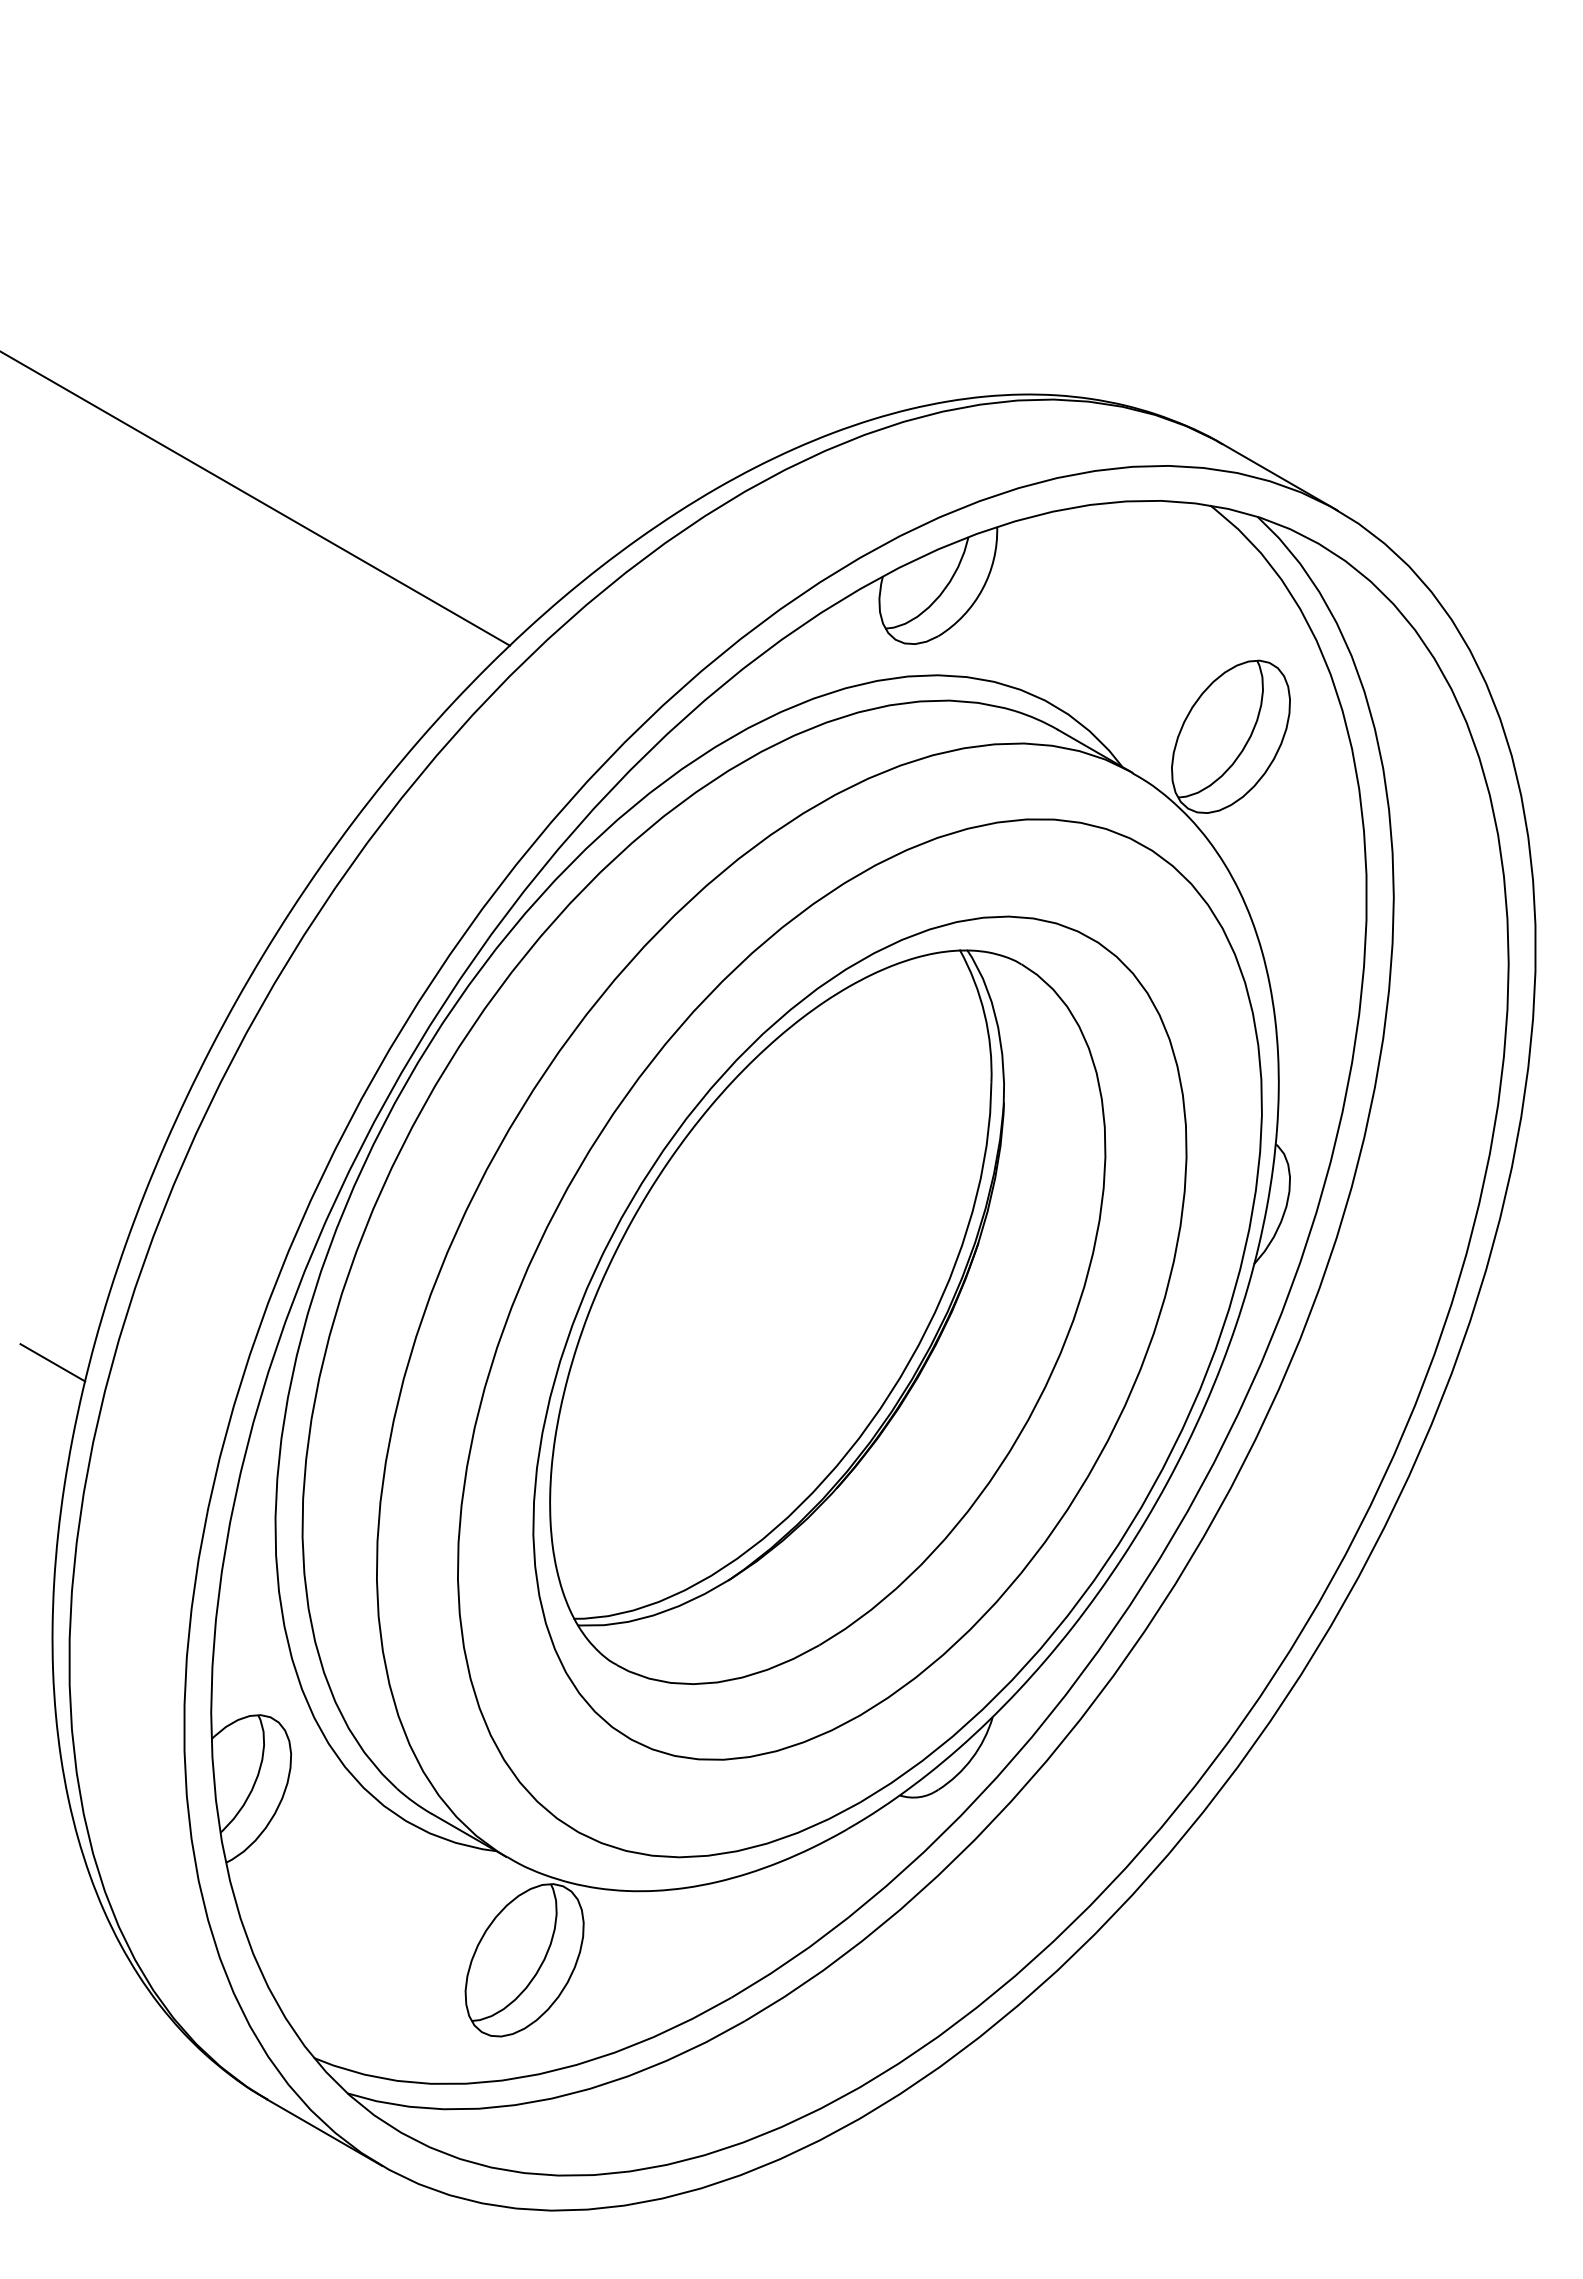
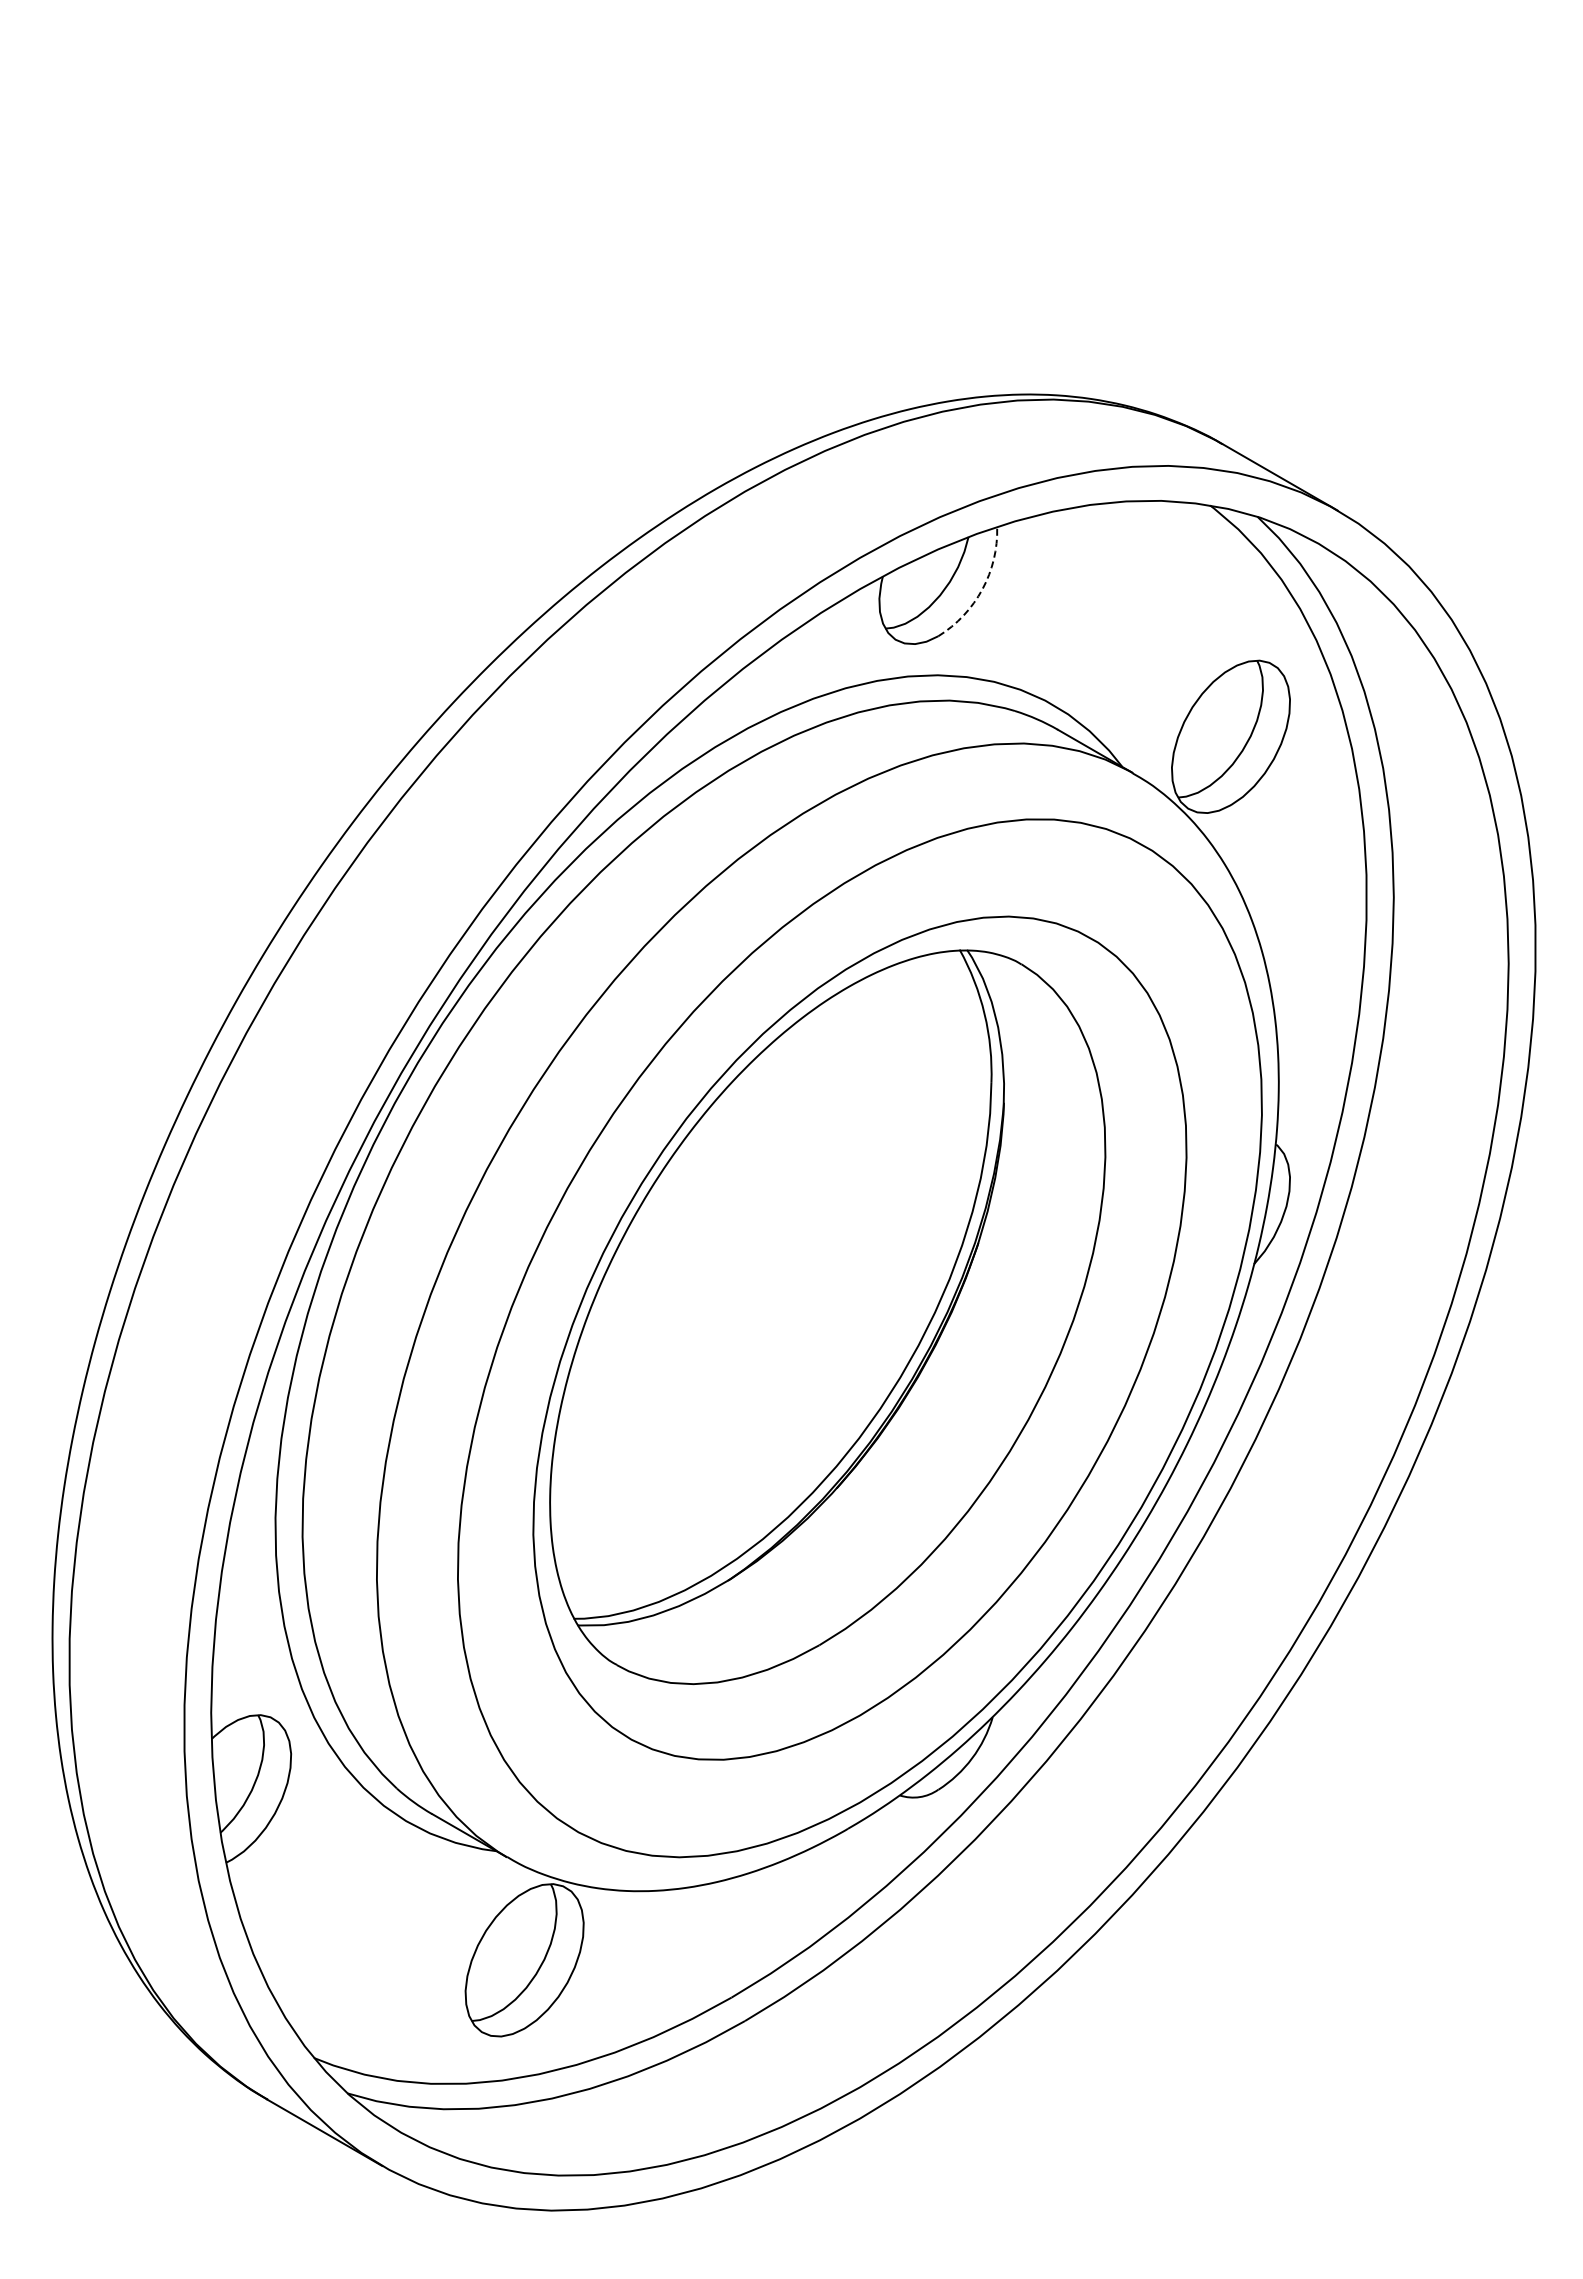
line at (256, 498): present -> none
arc at (982, 589): solid -> dashed
line at (52, 1362): present -> none
